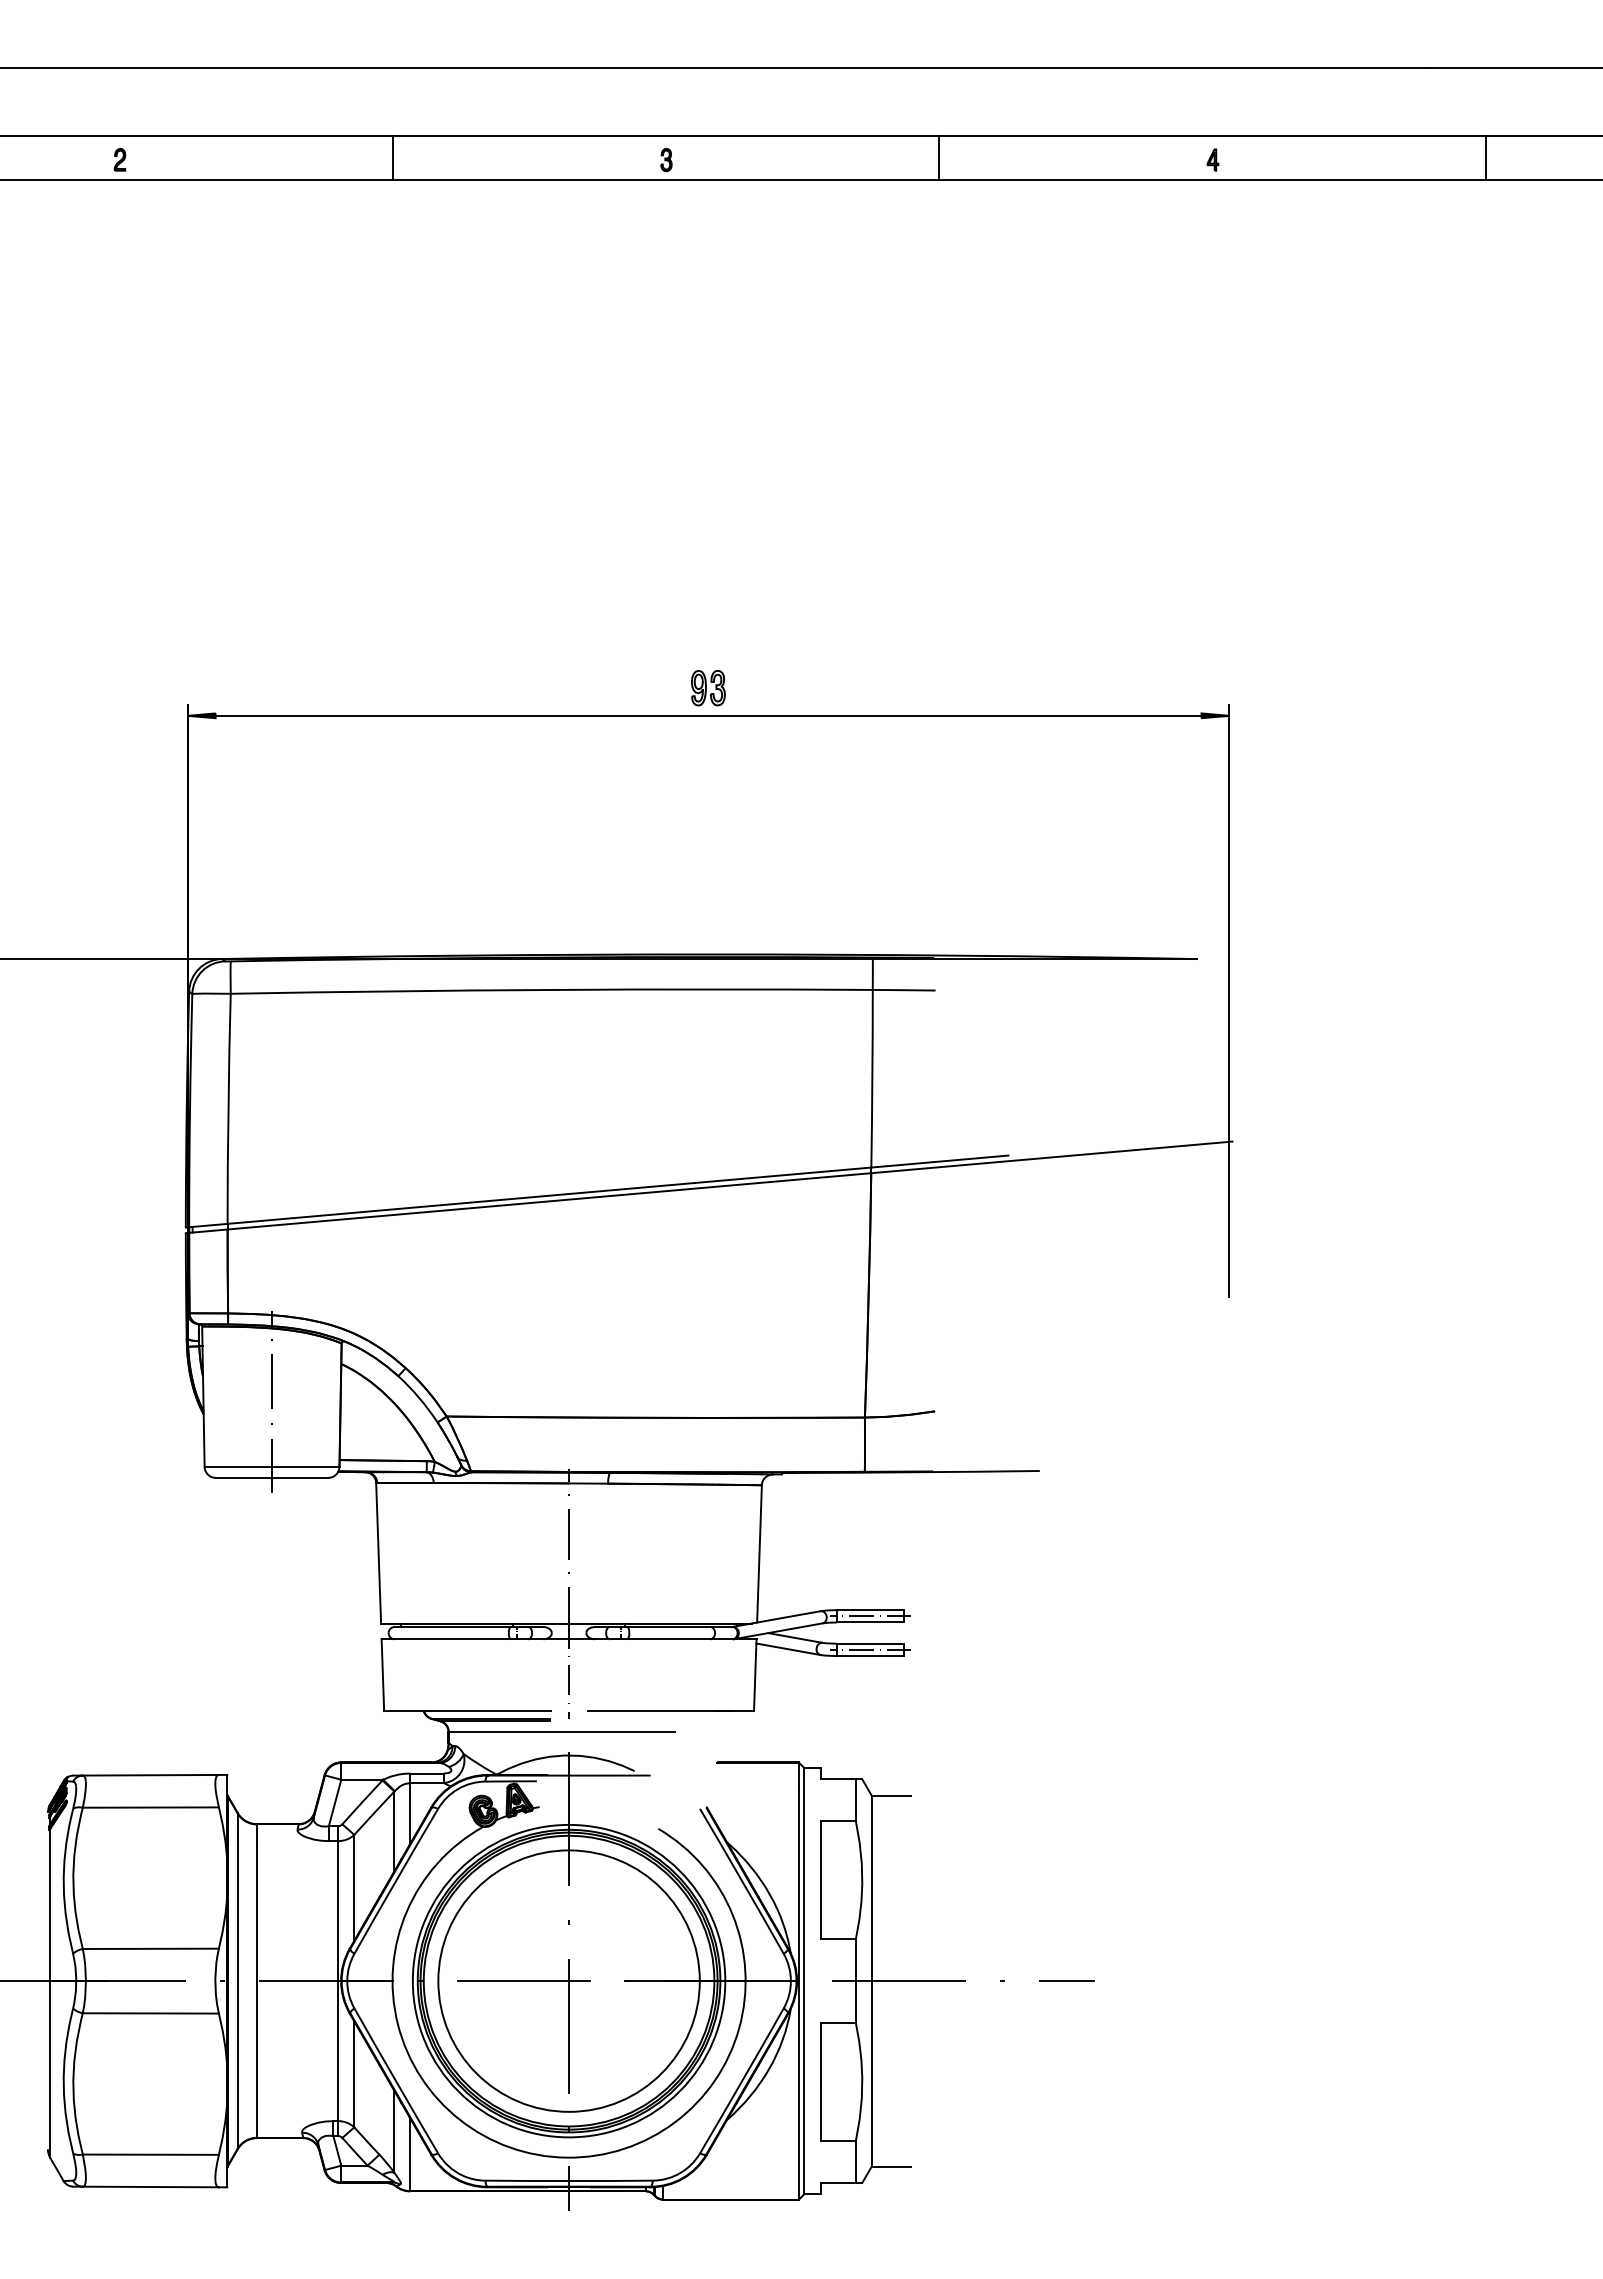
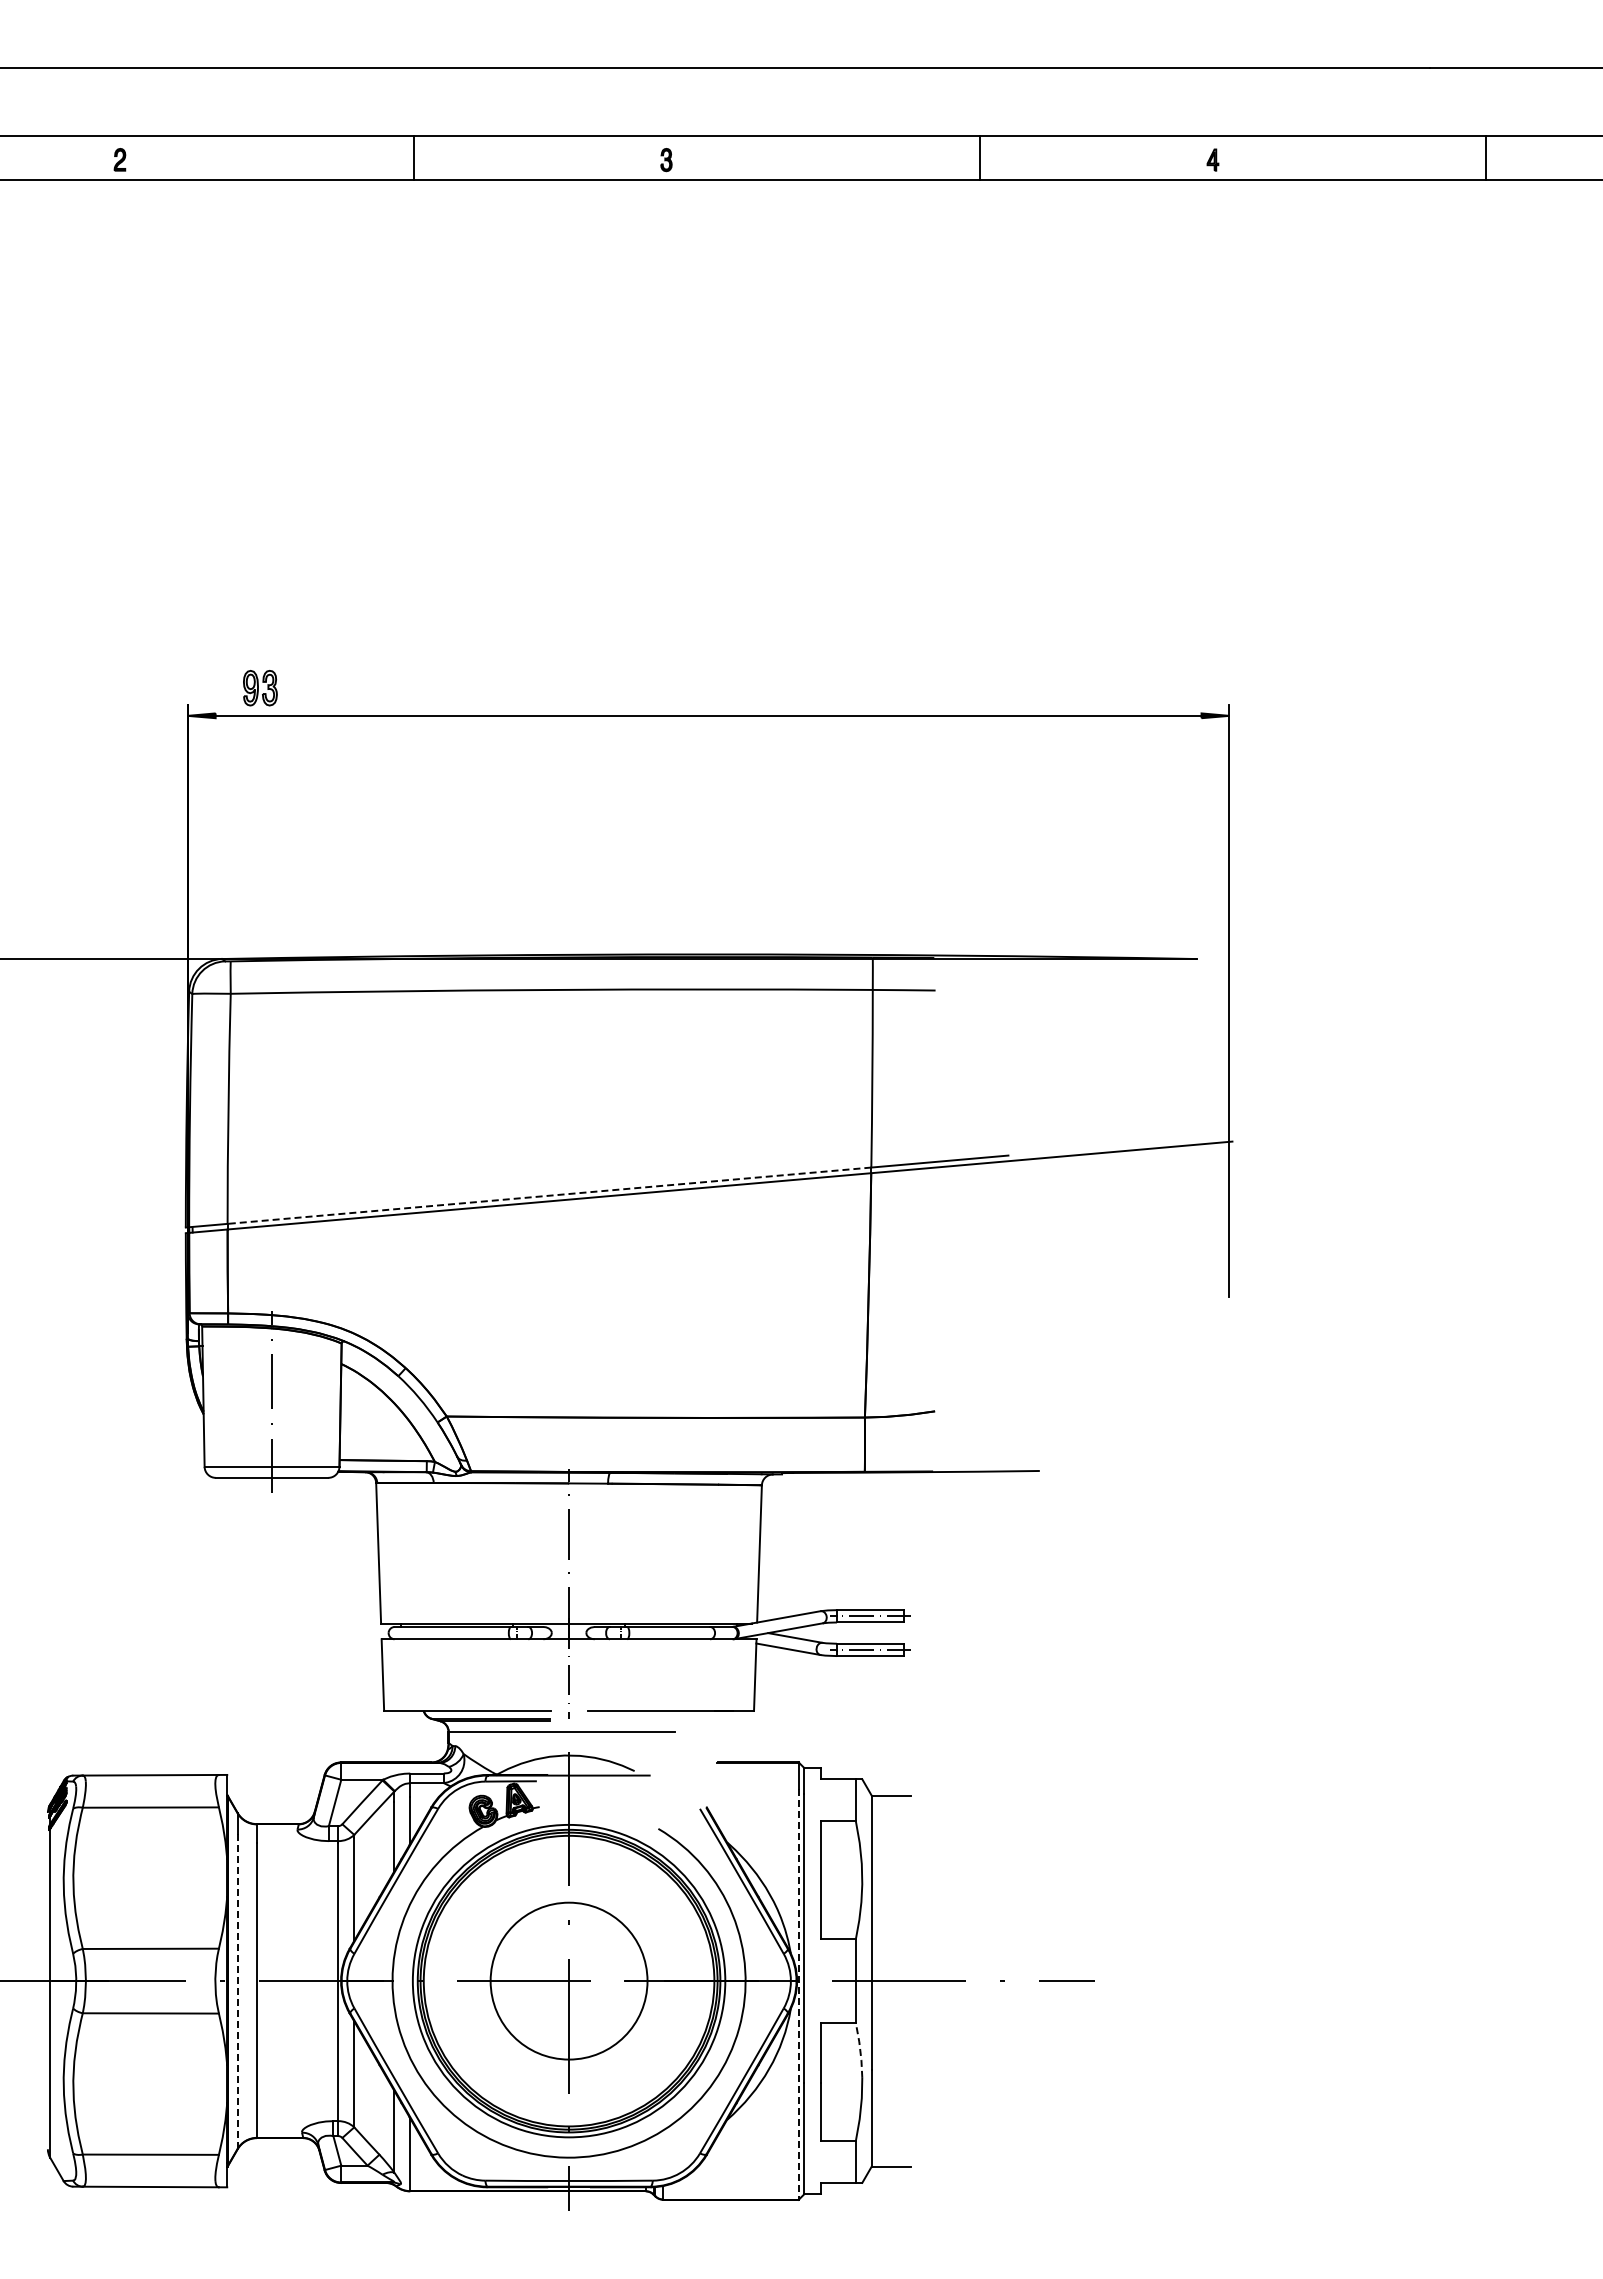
line at (392, 157) position: (392, 157) -> (413, 157)
line at (939, 157) position: (939, 157) -> (980, 157)
part at (708, 688) position: (708, 688) -> (260, 688)
line at (548, 1195): solid -> dashed
circle at (568, 1980) diameter: 261 px -> 157 px
line at (237, 1991): solid -> dashed
line at (798, 1994): solid -> dashed
line at (860, 2049): solid -> dashed
